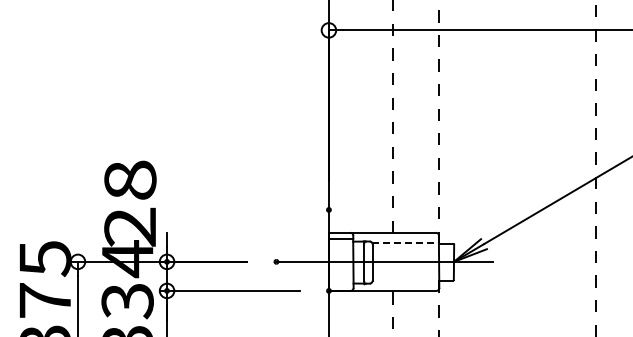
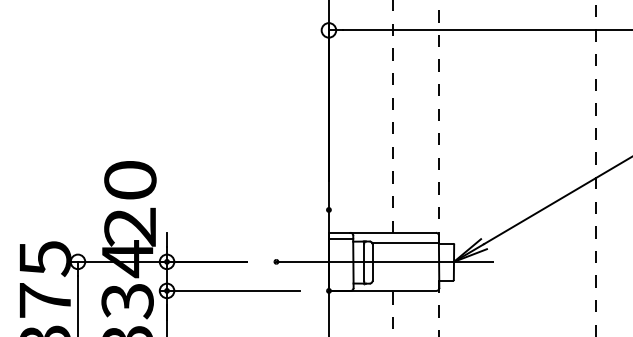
text at (130, 179): 28 -> 20
line at (406, 242): dashed -> solid
